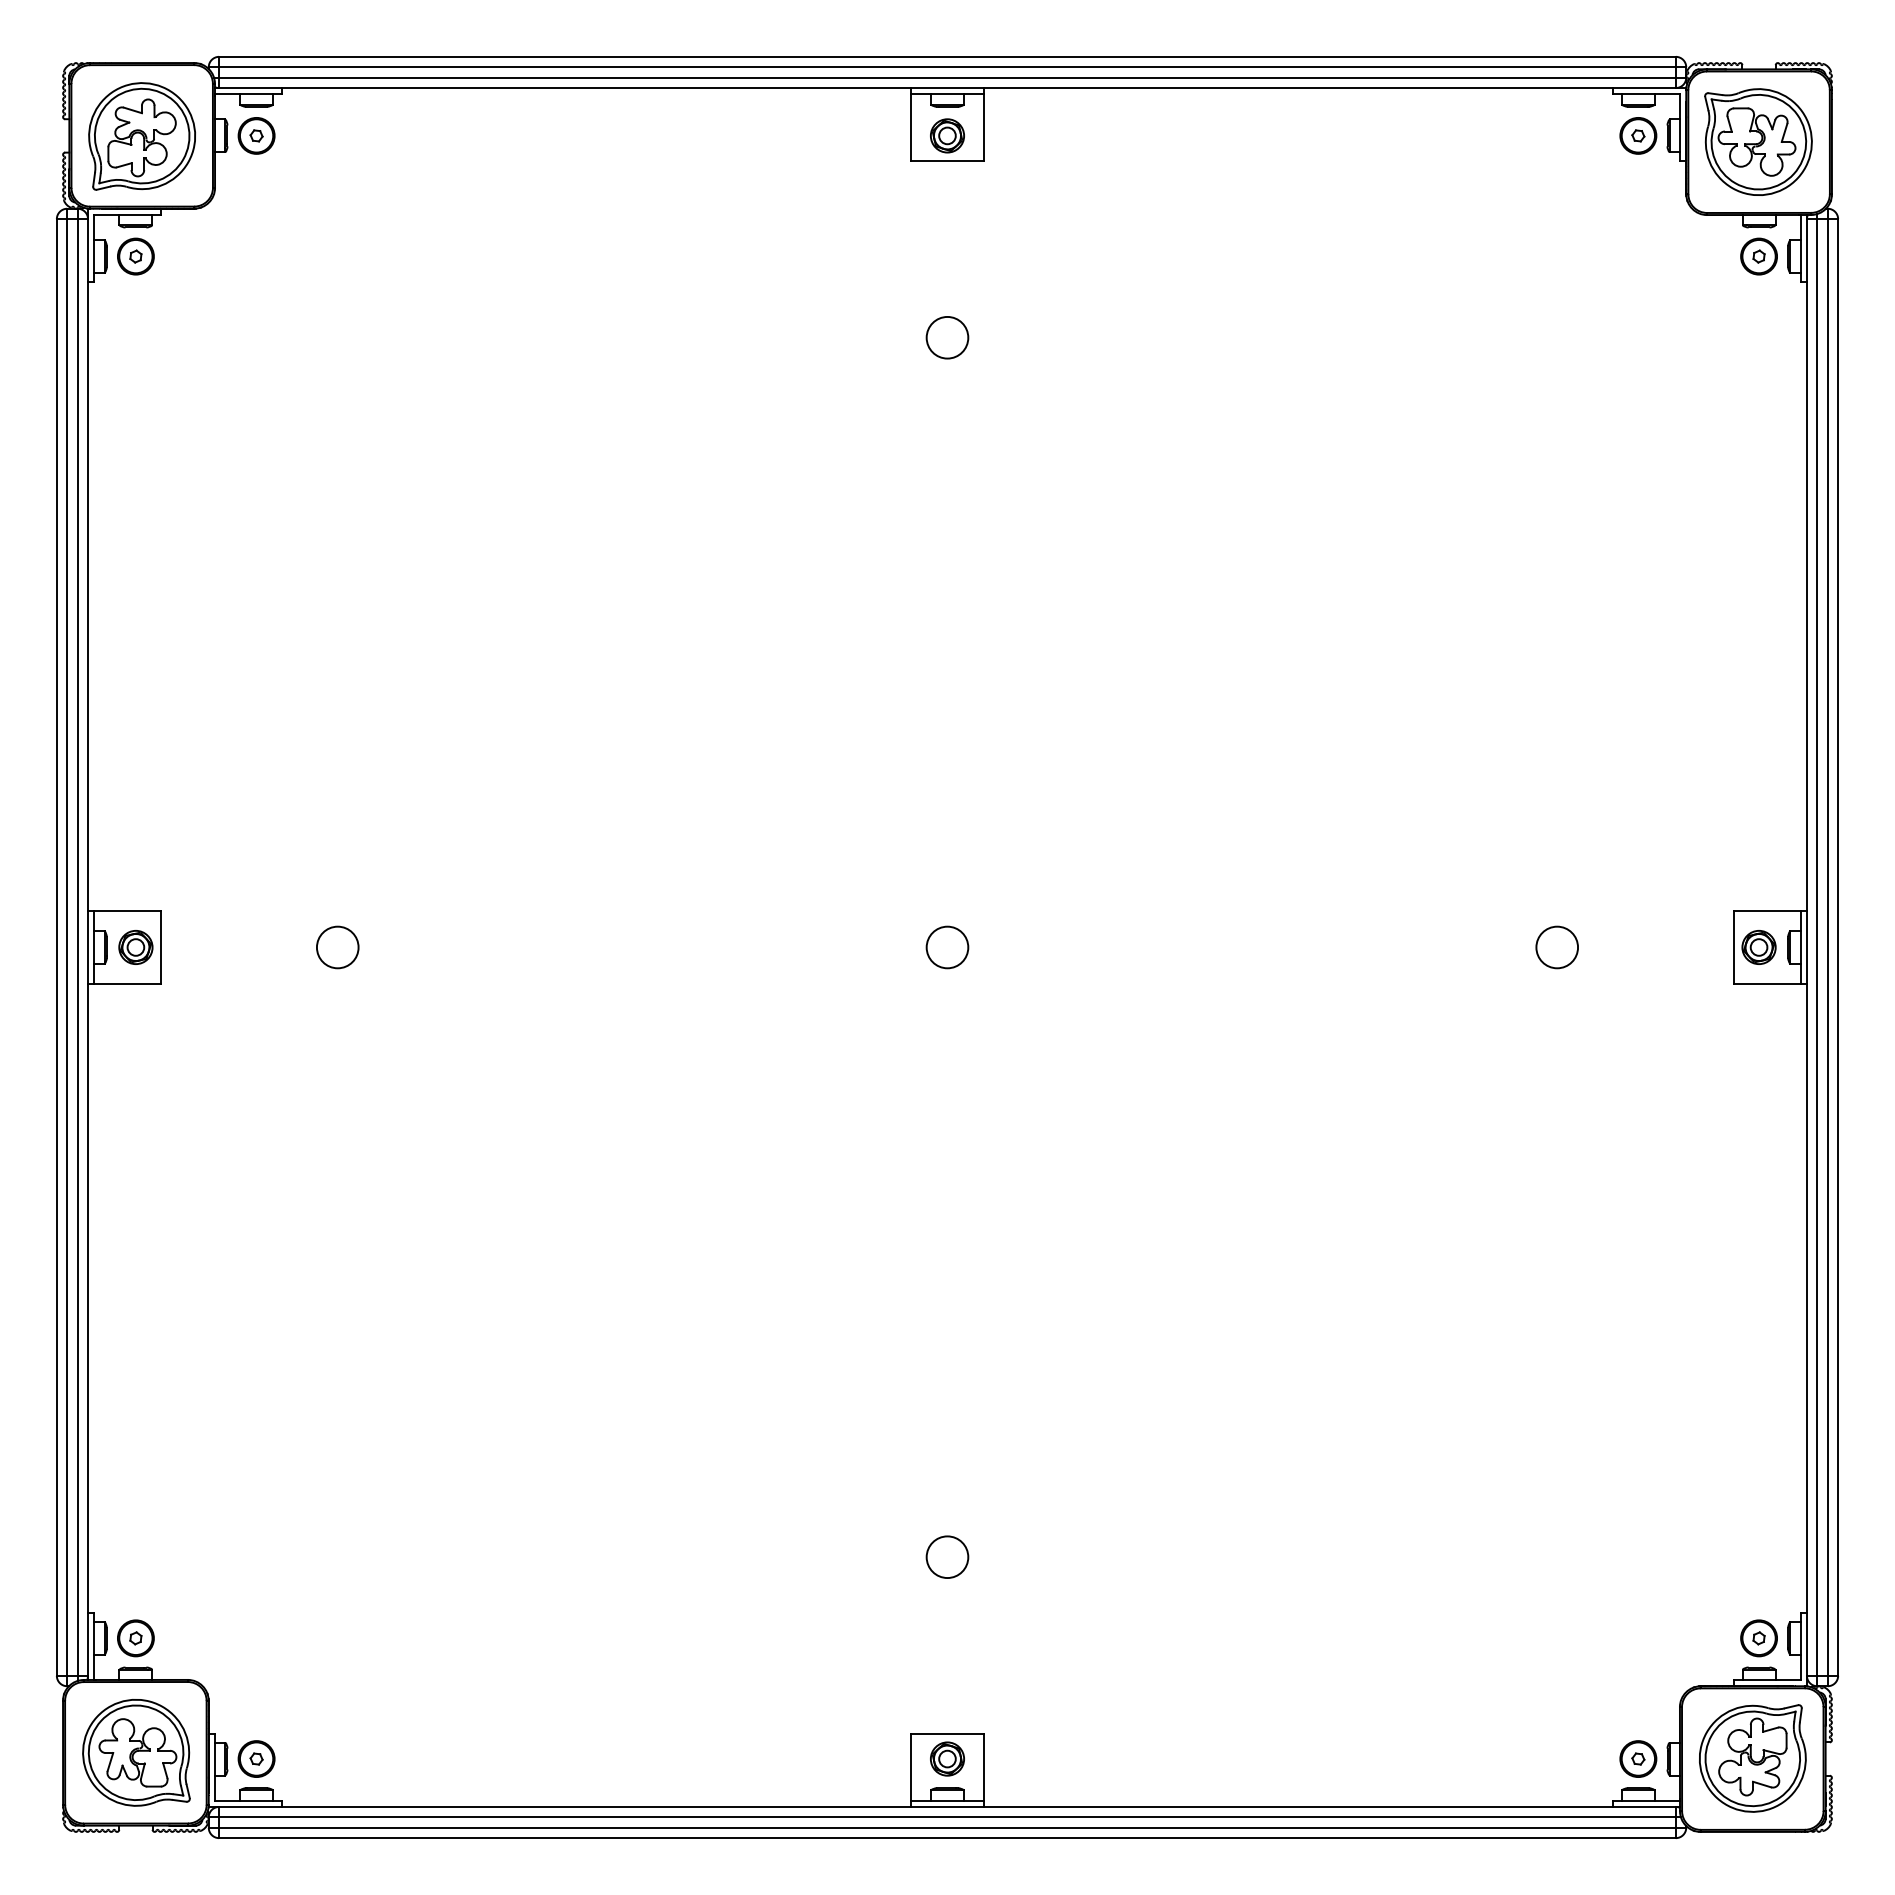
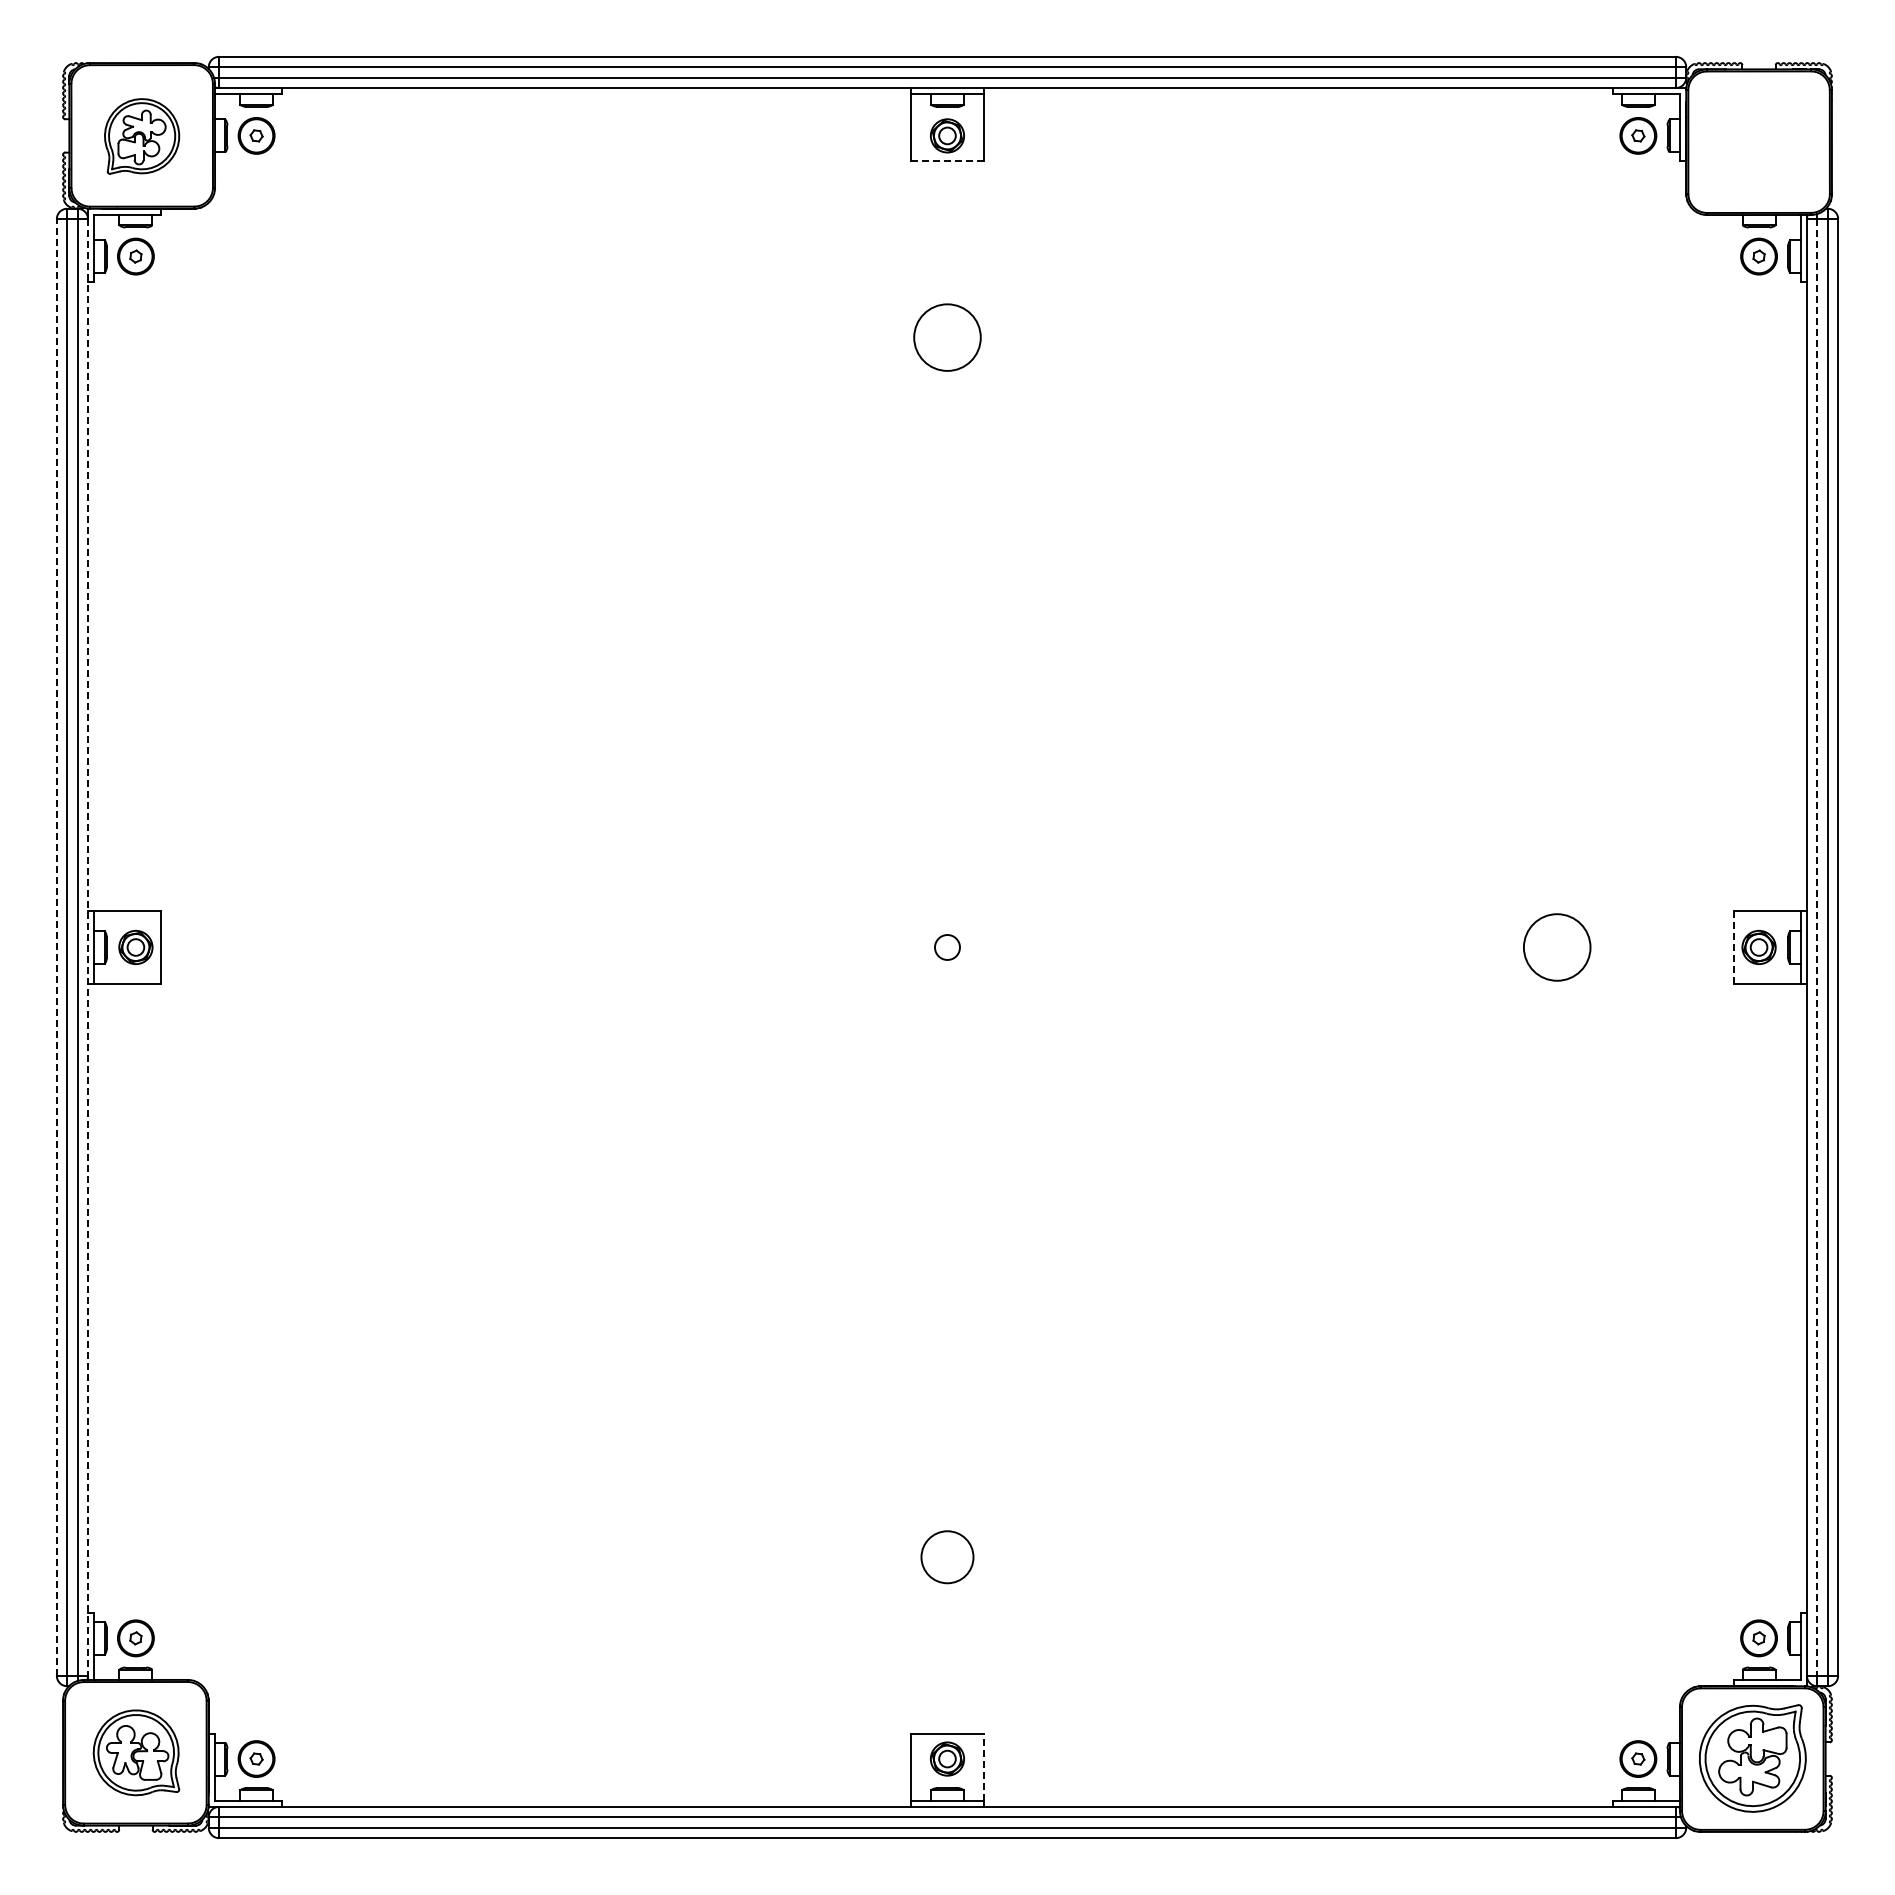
part at (141, 136) size: 108x109 px -> 77x77 px
part at (1758, 141): present -> none
line at (947, 160): solid -> dashed
circle at (947, 337) size: 45x44 px -> 69x69 px
line at (56, 947): solid -> dashed
line at (88, 947): solid -> dashed
circle at (337, 947): present -> none
circle at (947, 947) diameter: 42 px -> 25 px
circle at (1557, 947) diameter: 42 px -> 67 px
line at (1734, 947): solid -> dashed
line at (1817, 947): solid -> dashed
circle at (947, 1556) size: 45x44 px -> 55x55 px
part at (136, 1752) size: 109x108 px -> 89x88 px
line at (983, 1766): solid -> dashed
